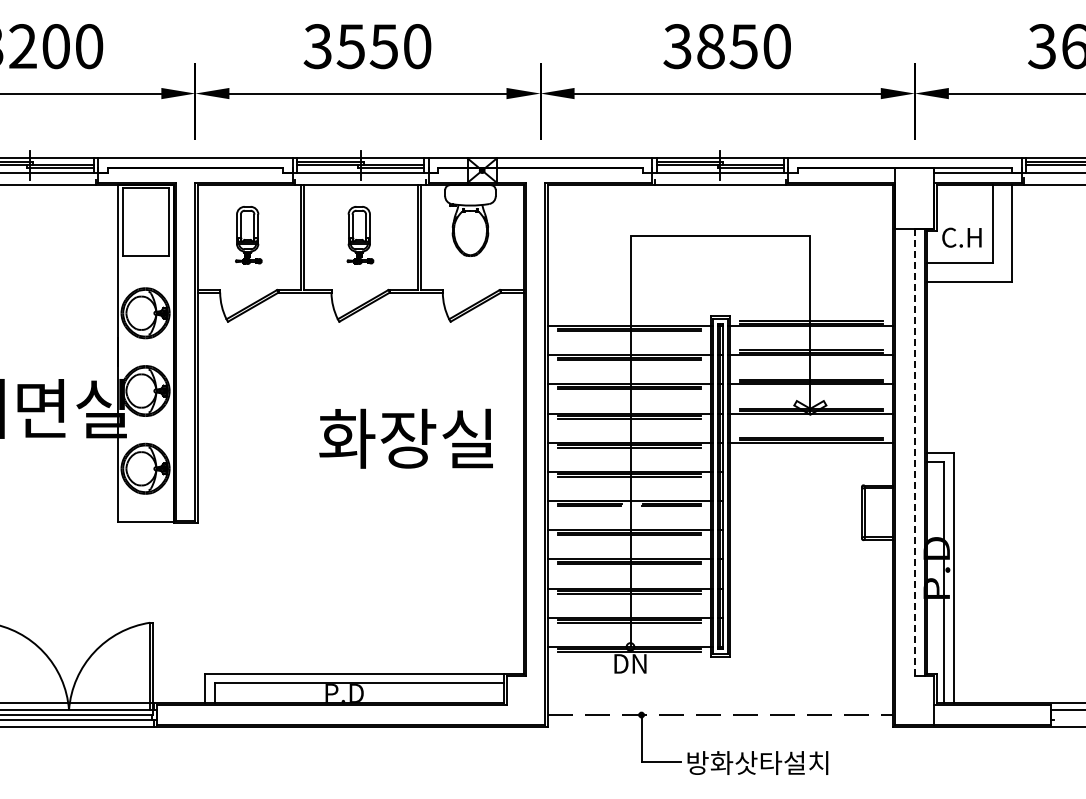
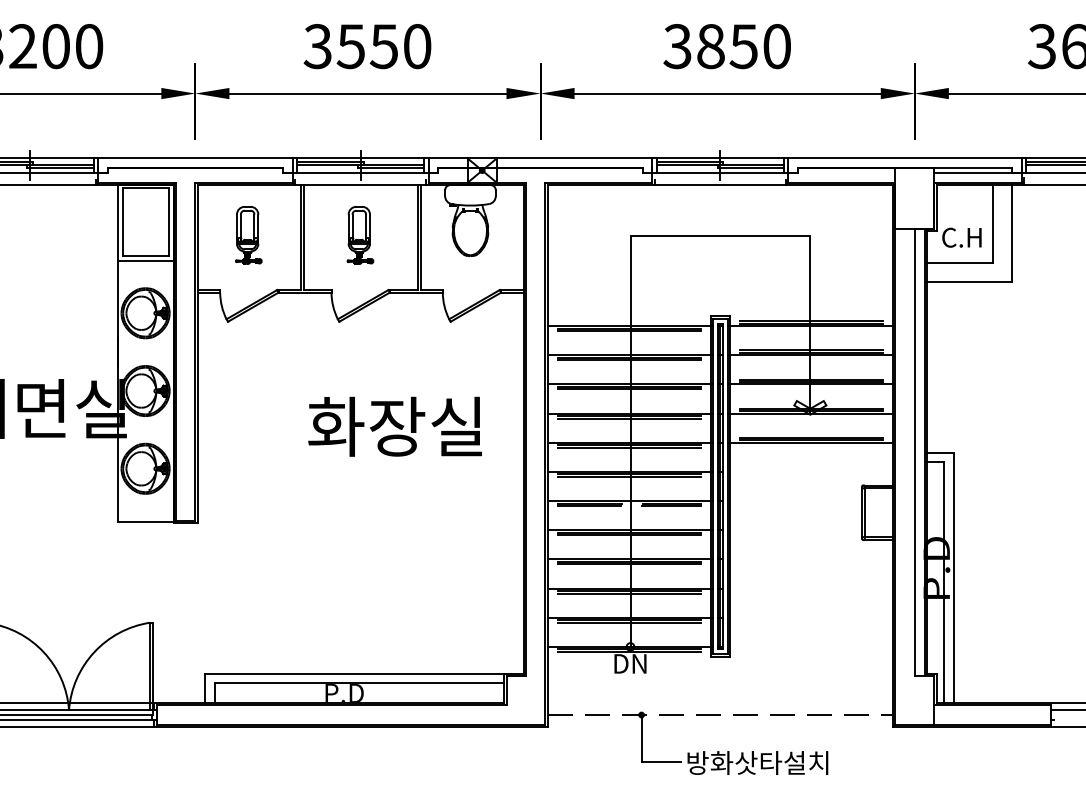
line at (145, 260): none -> present
text at (405, 438) position: (405, 438) -> (394, 426)
line at (914, 452): dashed -> solid
